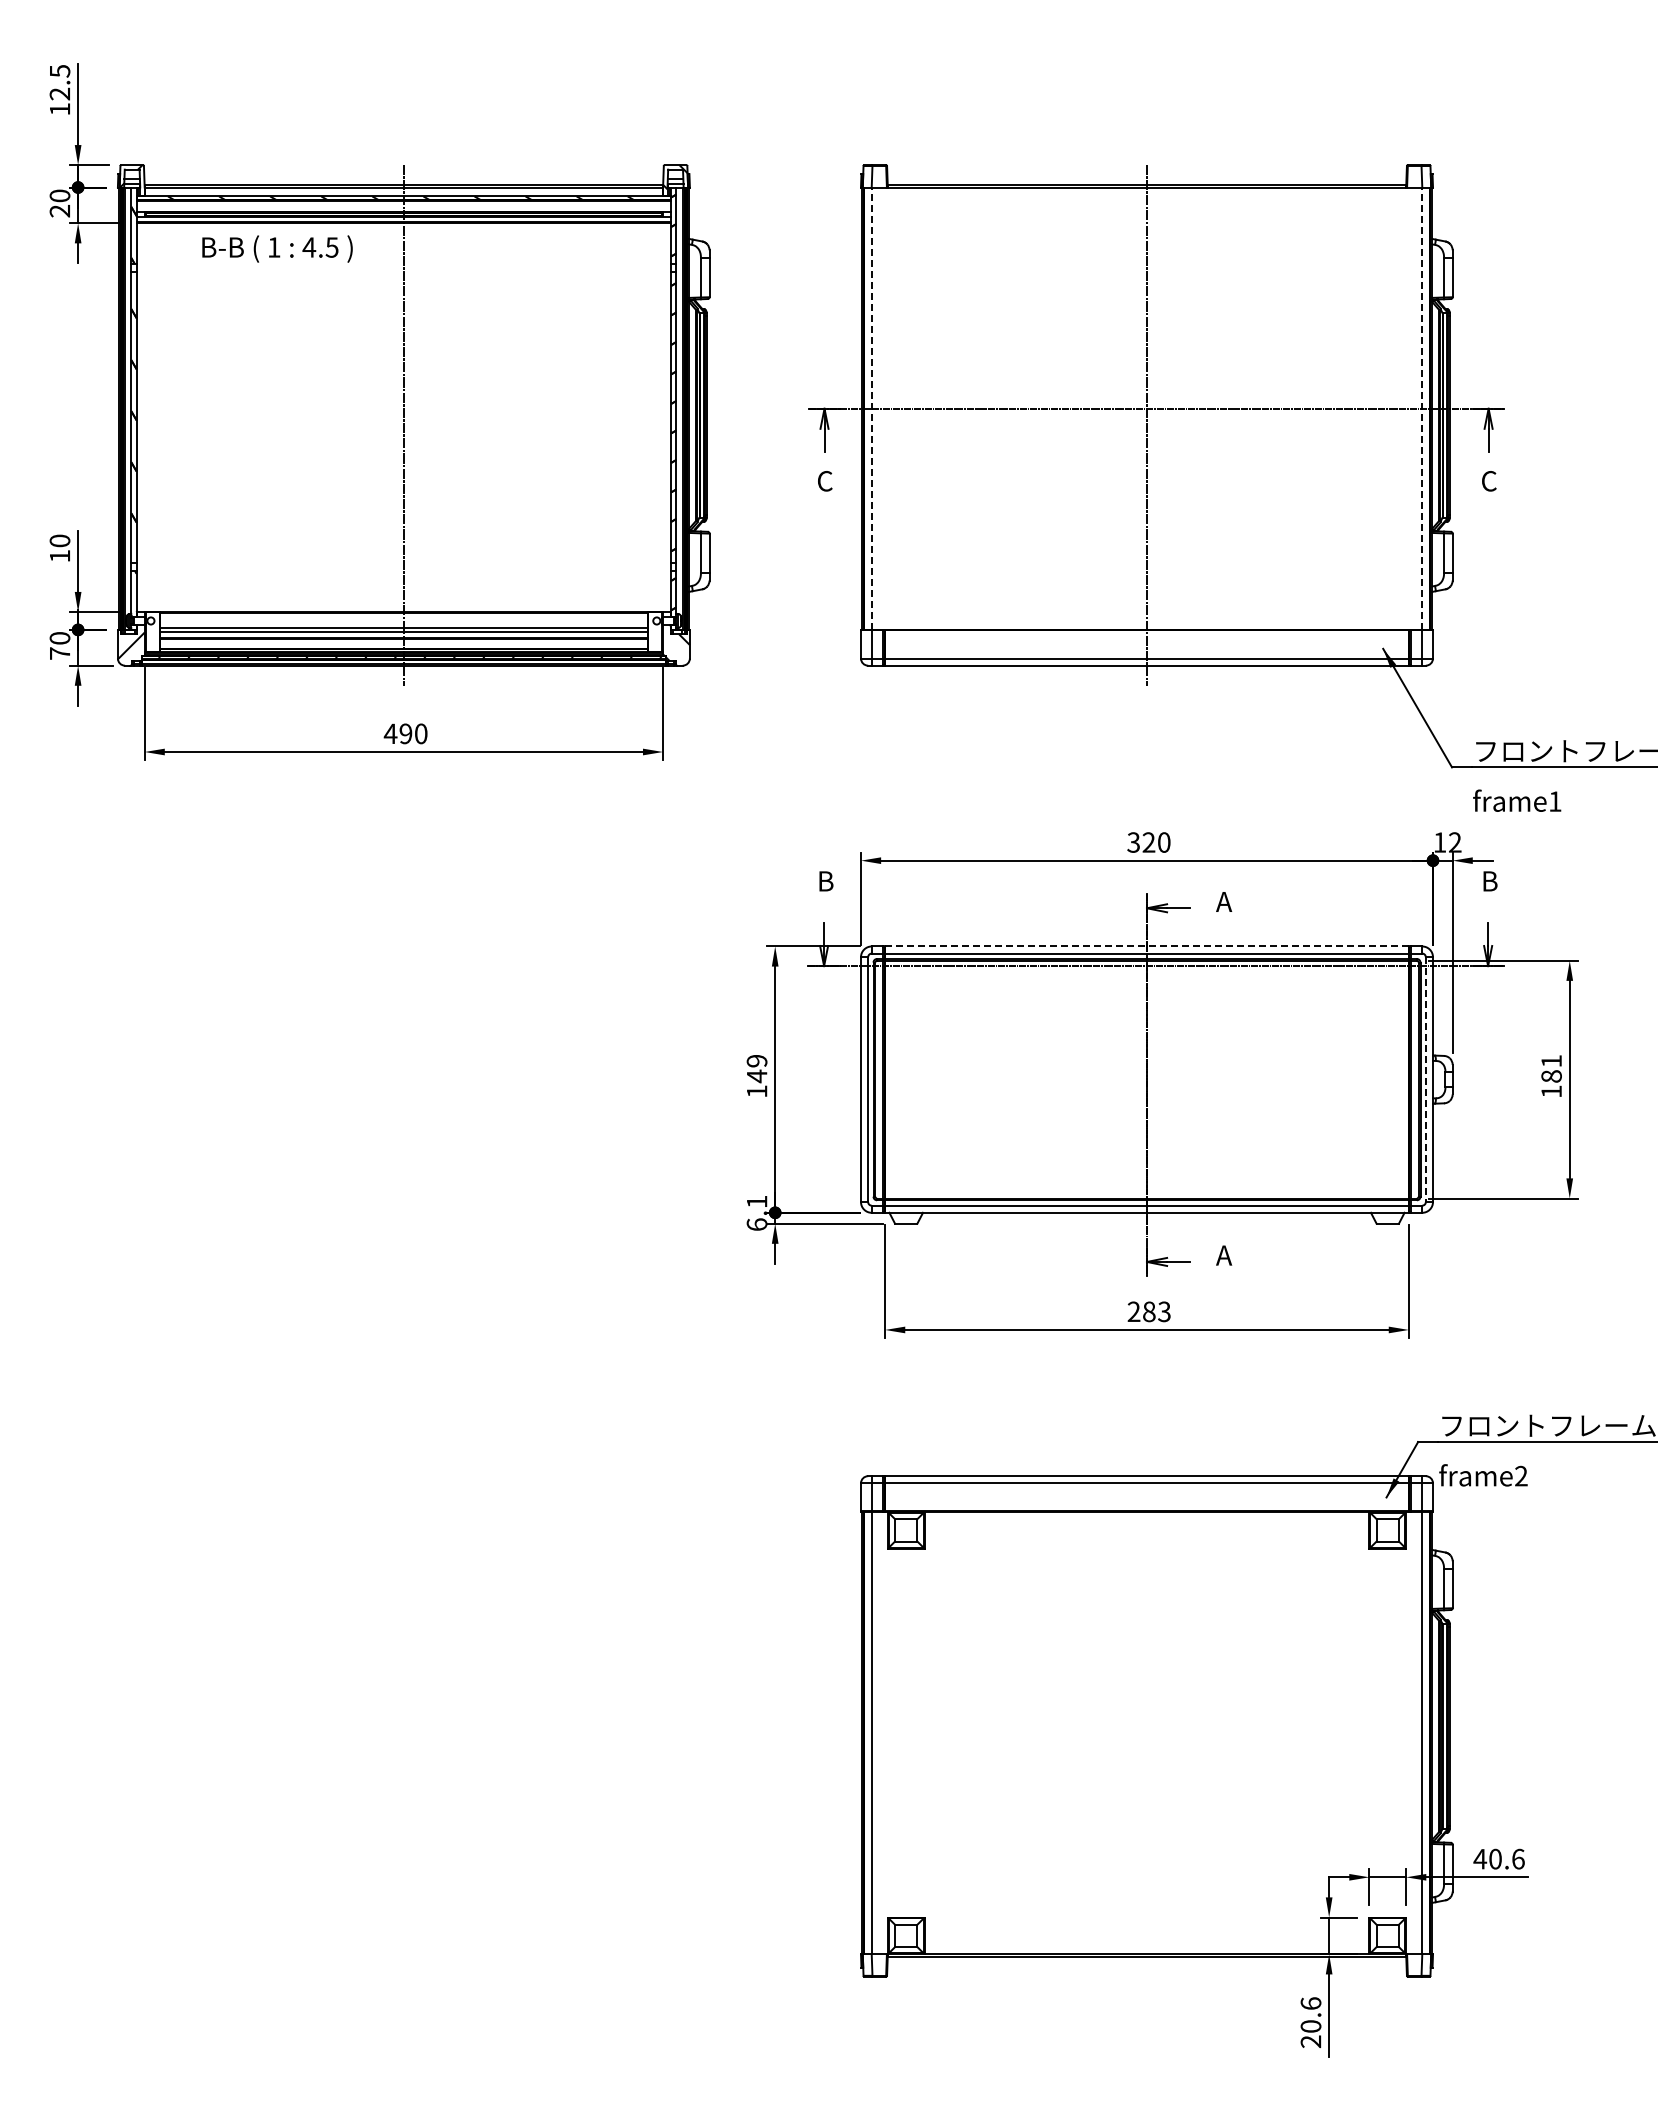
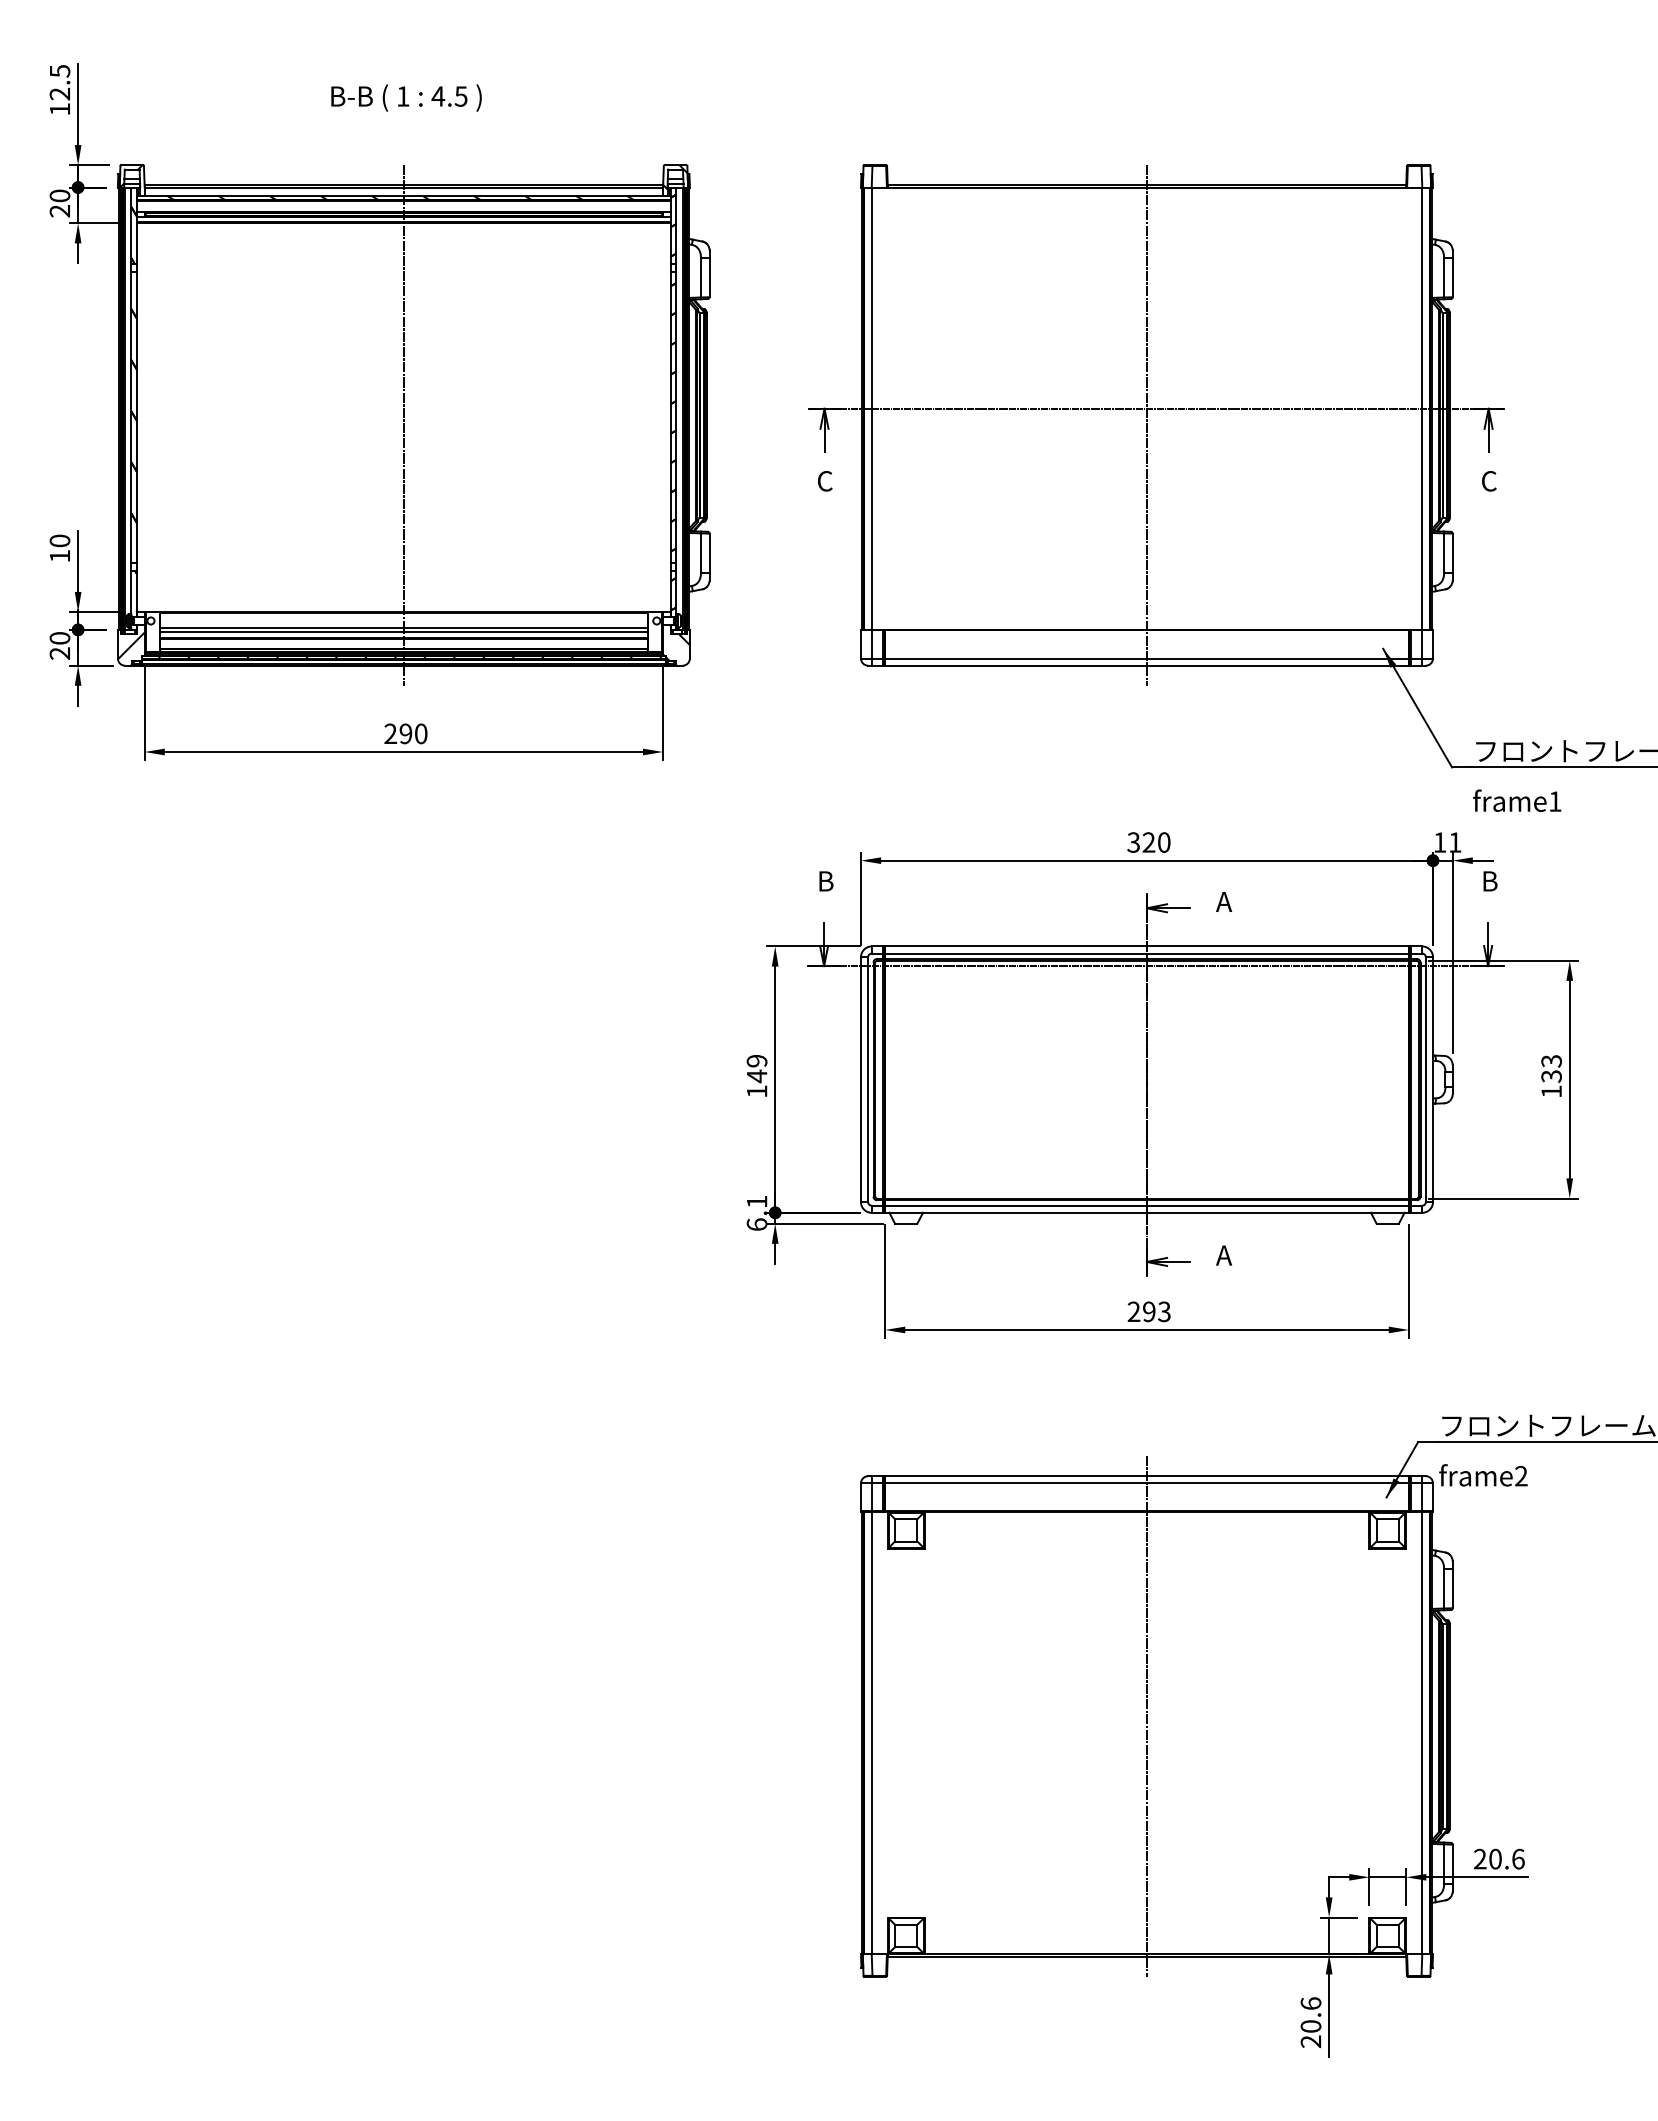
text at (277, 248) position: (277, 248) -> (406, 97)
line at (872, 408): dashed -> solid
line at (1421, 408): dashed -> solid
text at (59, 653): 70 -> 20
text at (390, 733): 490 -> 290
text at (1455, 842): 12 -> 11
line at (1147, 946): dashed -> solid
text at (1551, 1068): 181 -> 133
line at (1425, 1080): dashed -> solid
text at (1149, 1311): 283 -> 293
line at (1147, 1716): none -> present
text at (1480, 1858): 40.6 -> 20.6
